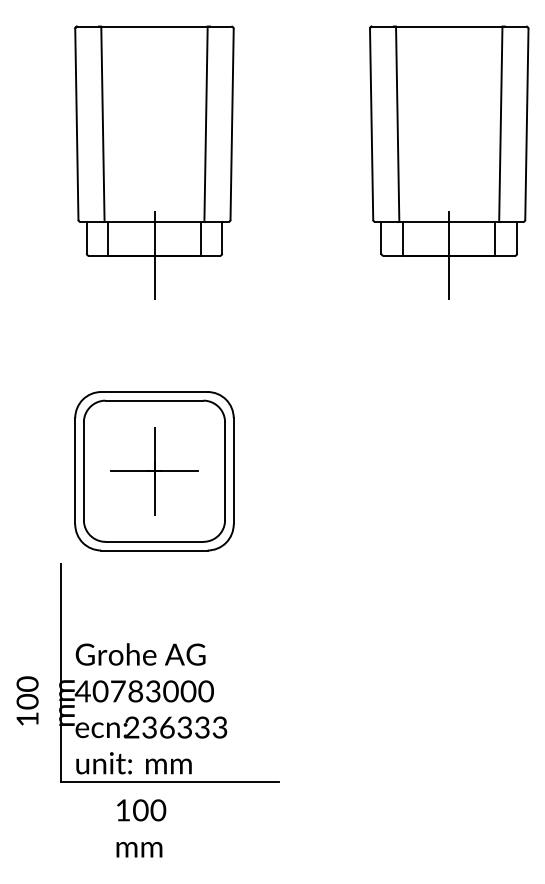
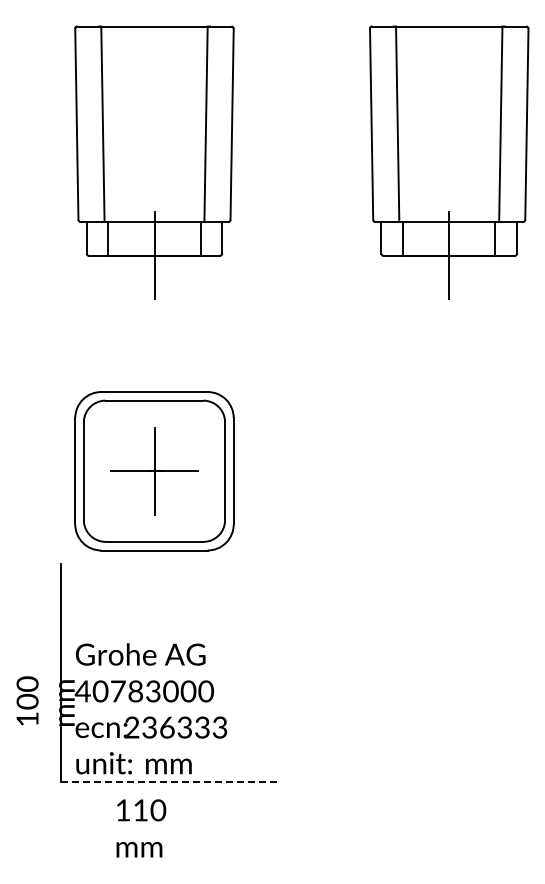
line at (170, 781): solid -> dashed
text at (140, 810): 100 -> 110
